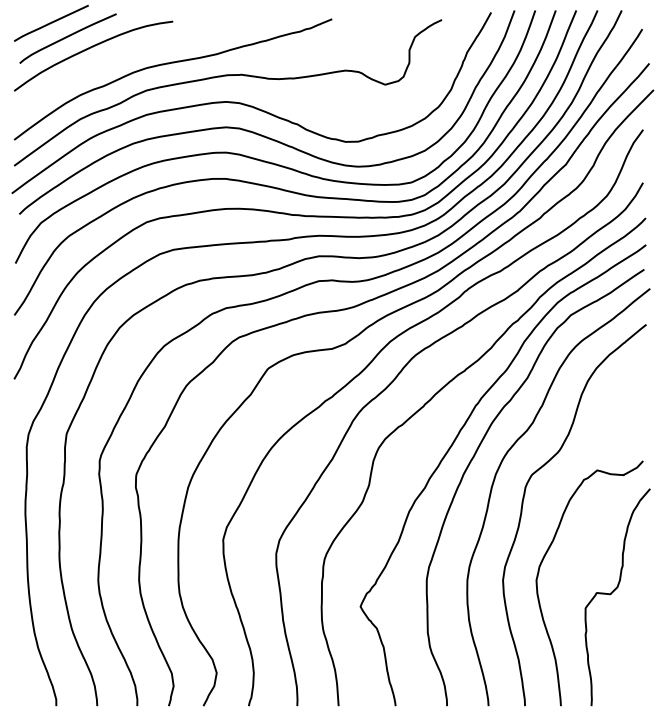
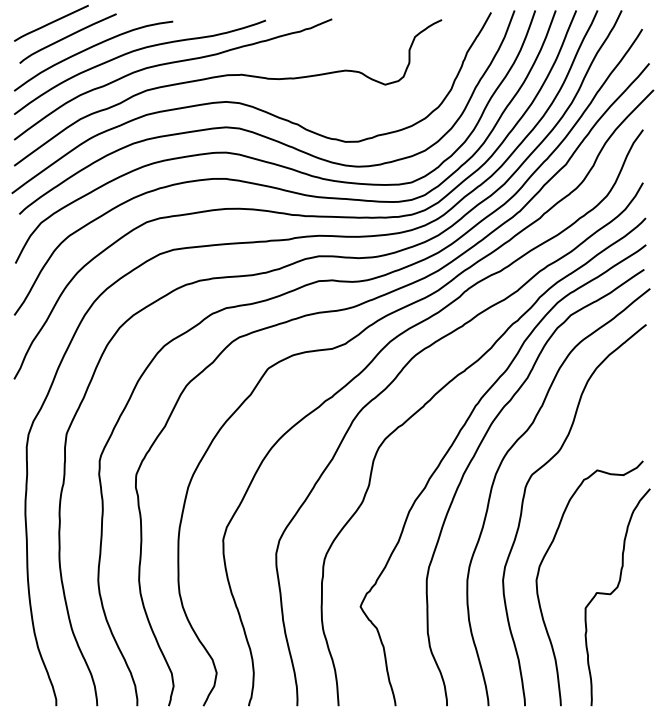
curve at (133, 52): none -> present
